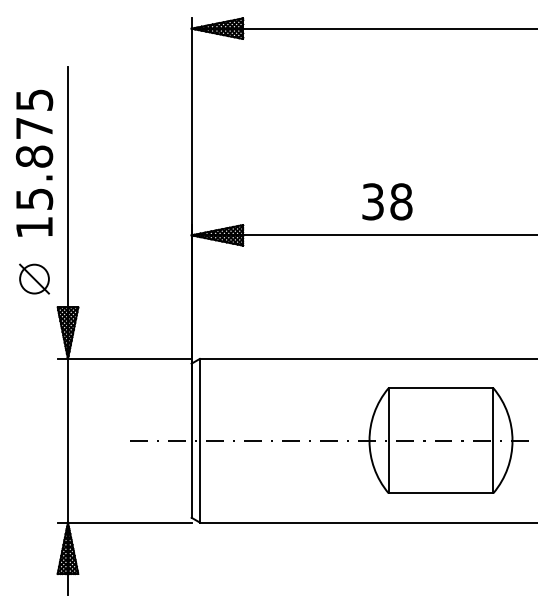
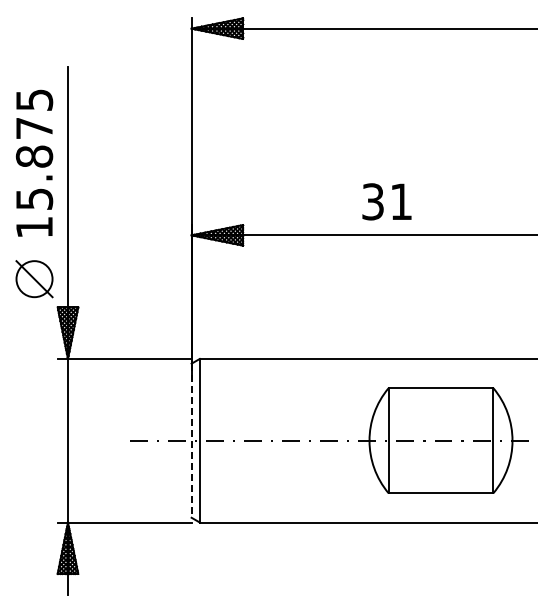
text at (401, 201): 38 -> 31
part at (34, 278) size: 31x32 px -> 39x39 px
line at (191, 441): solid -> dashed
